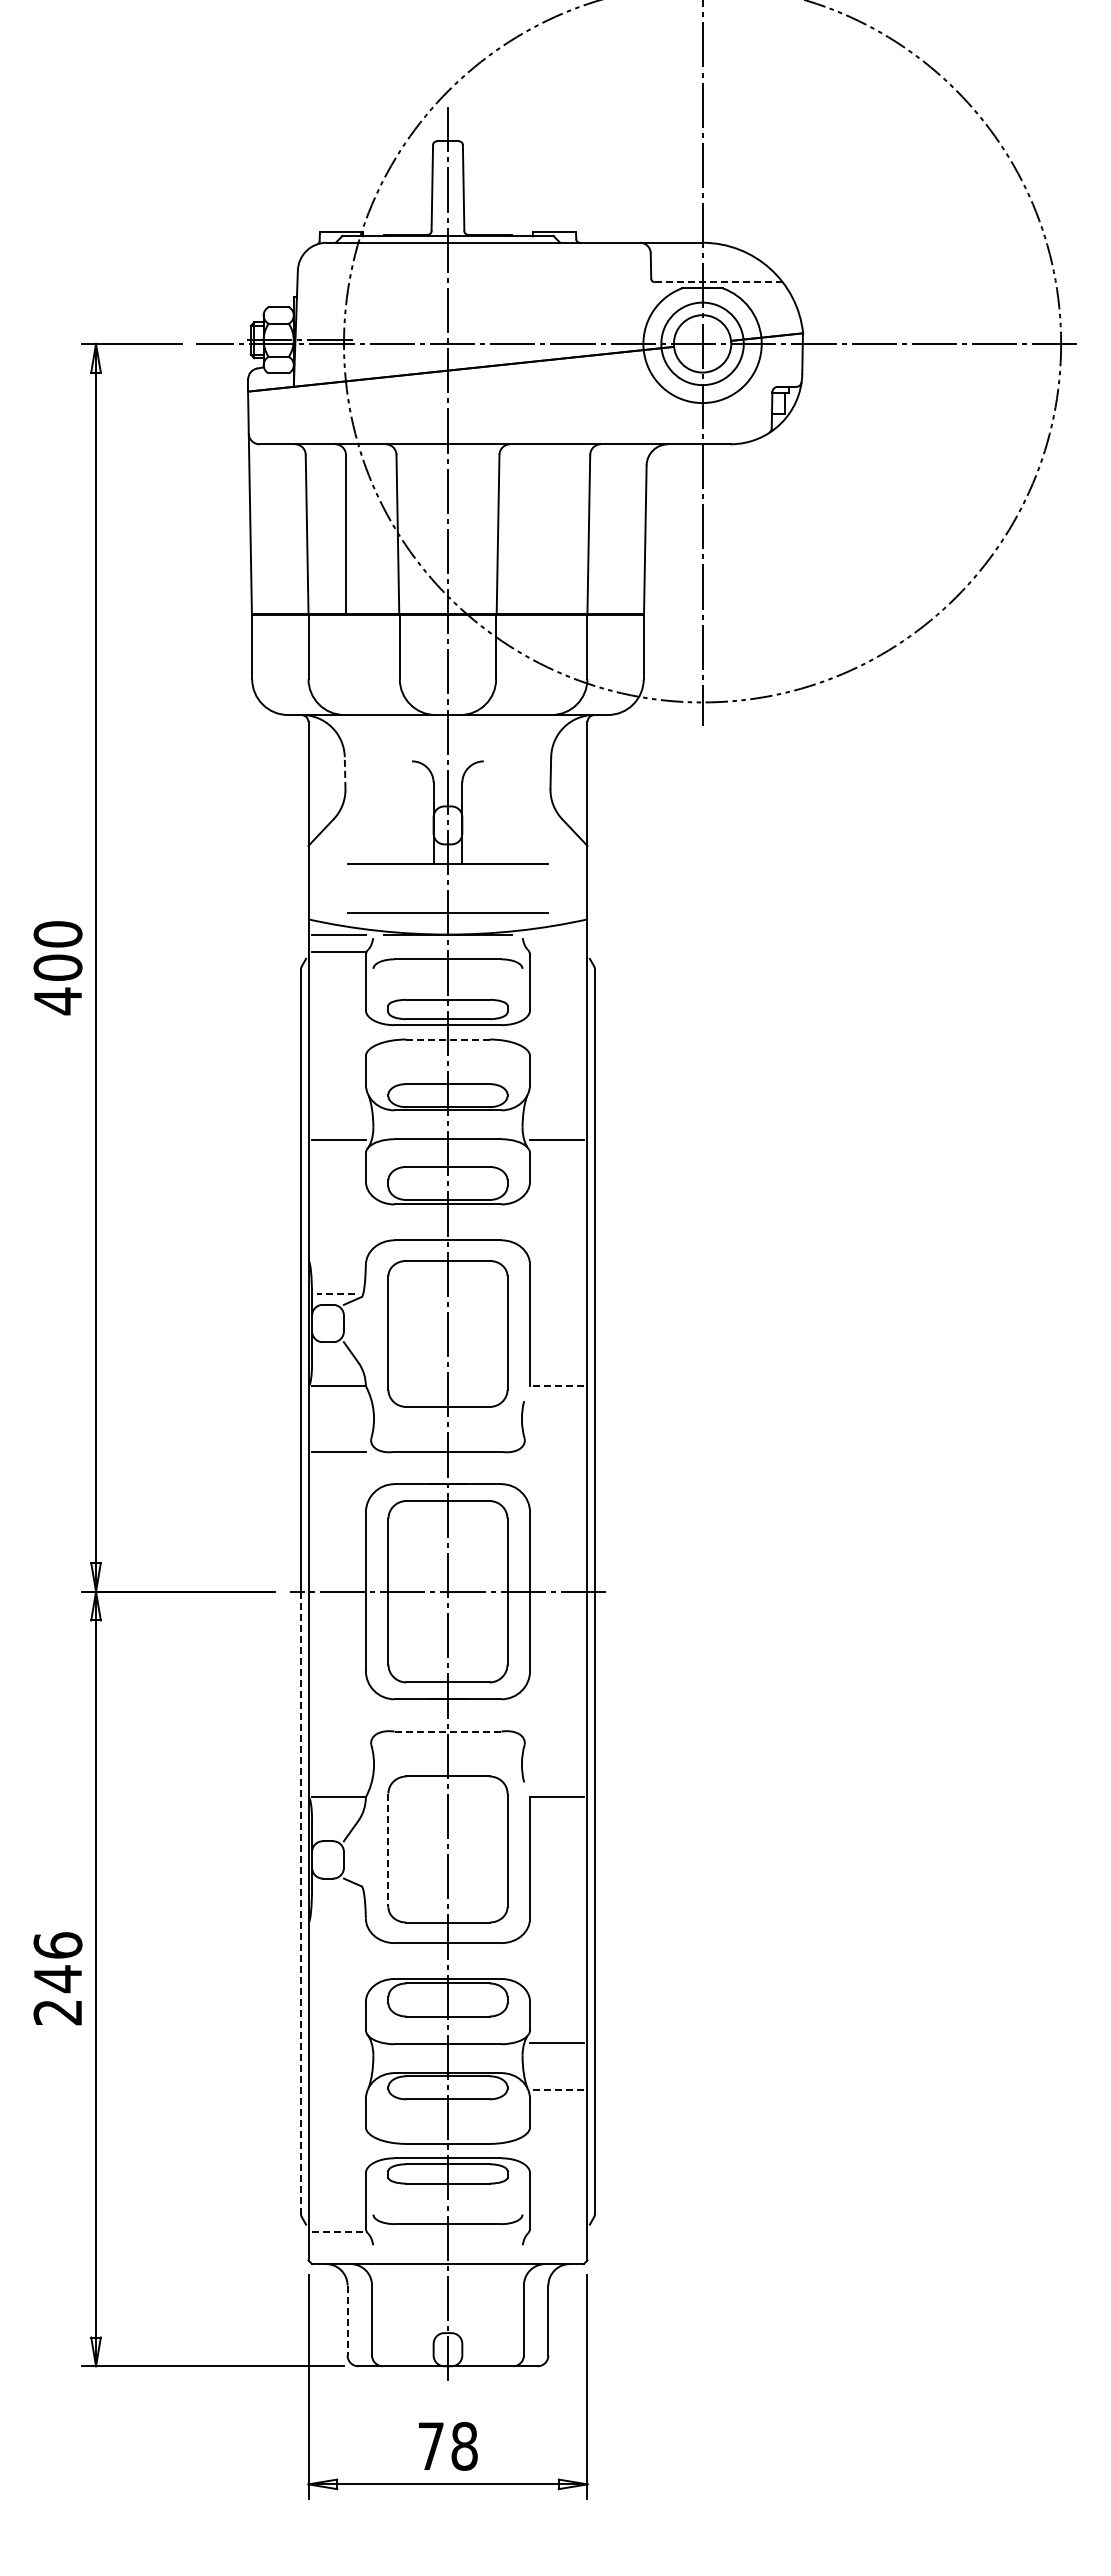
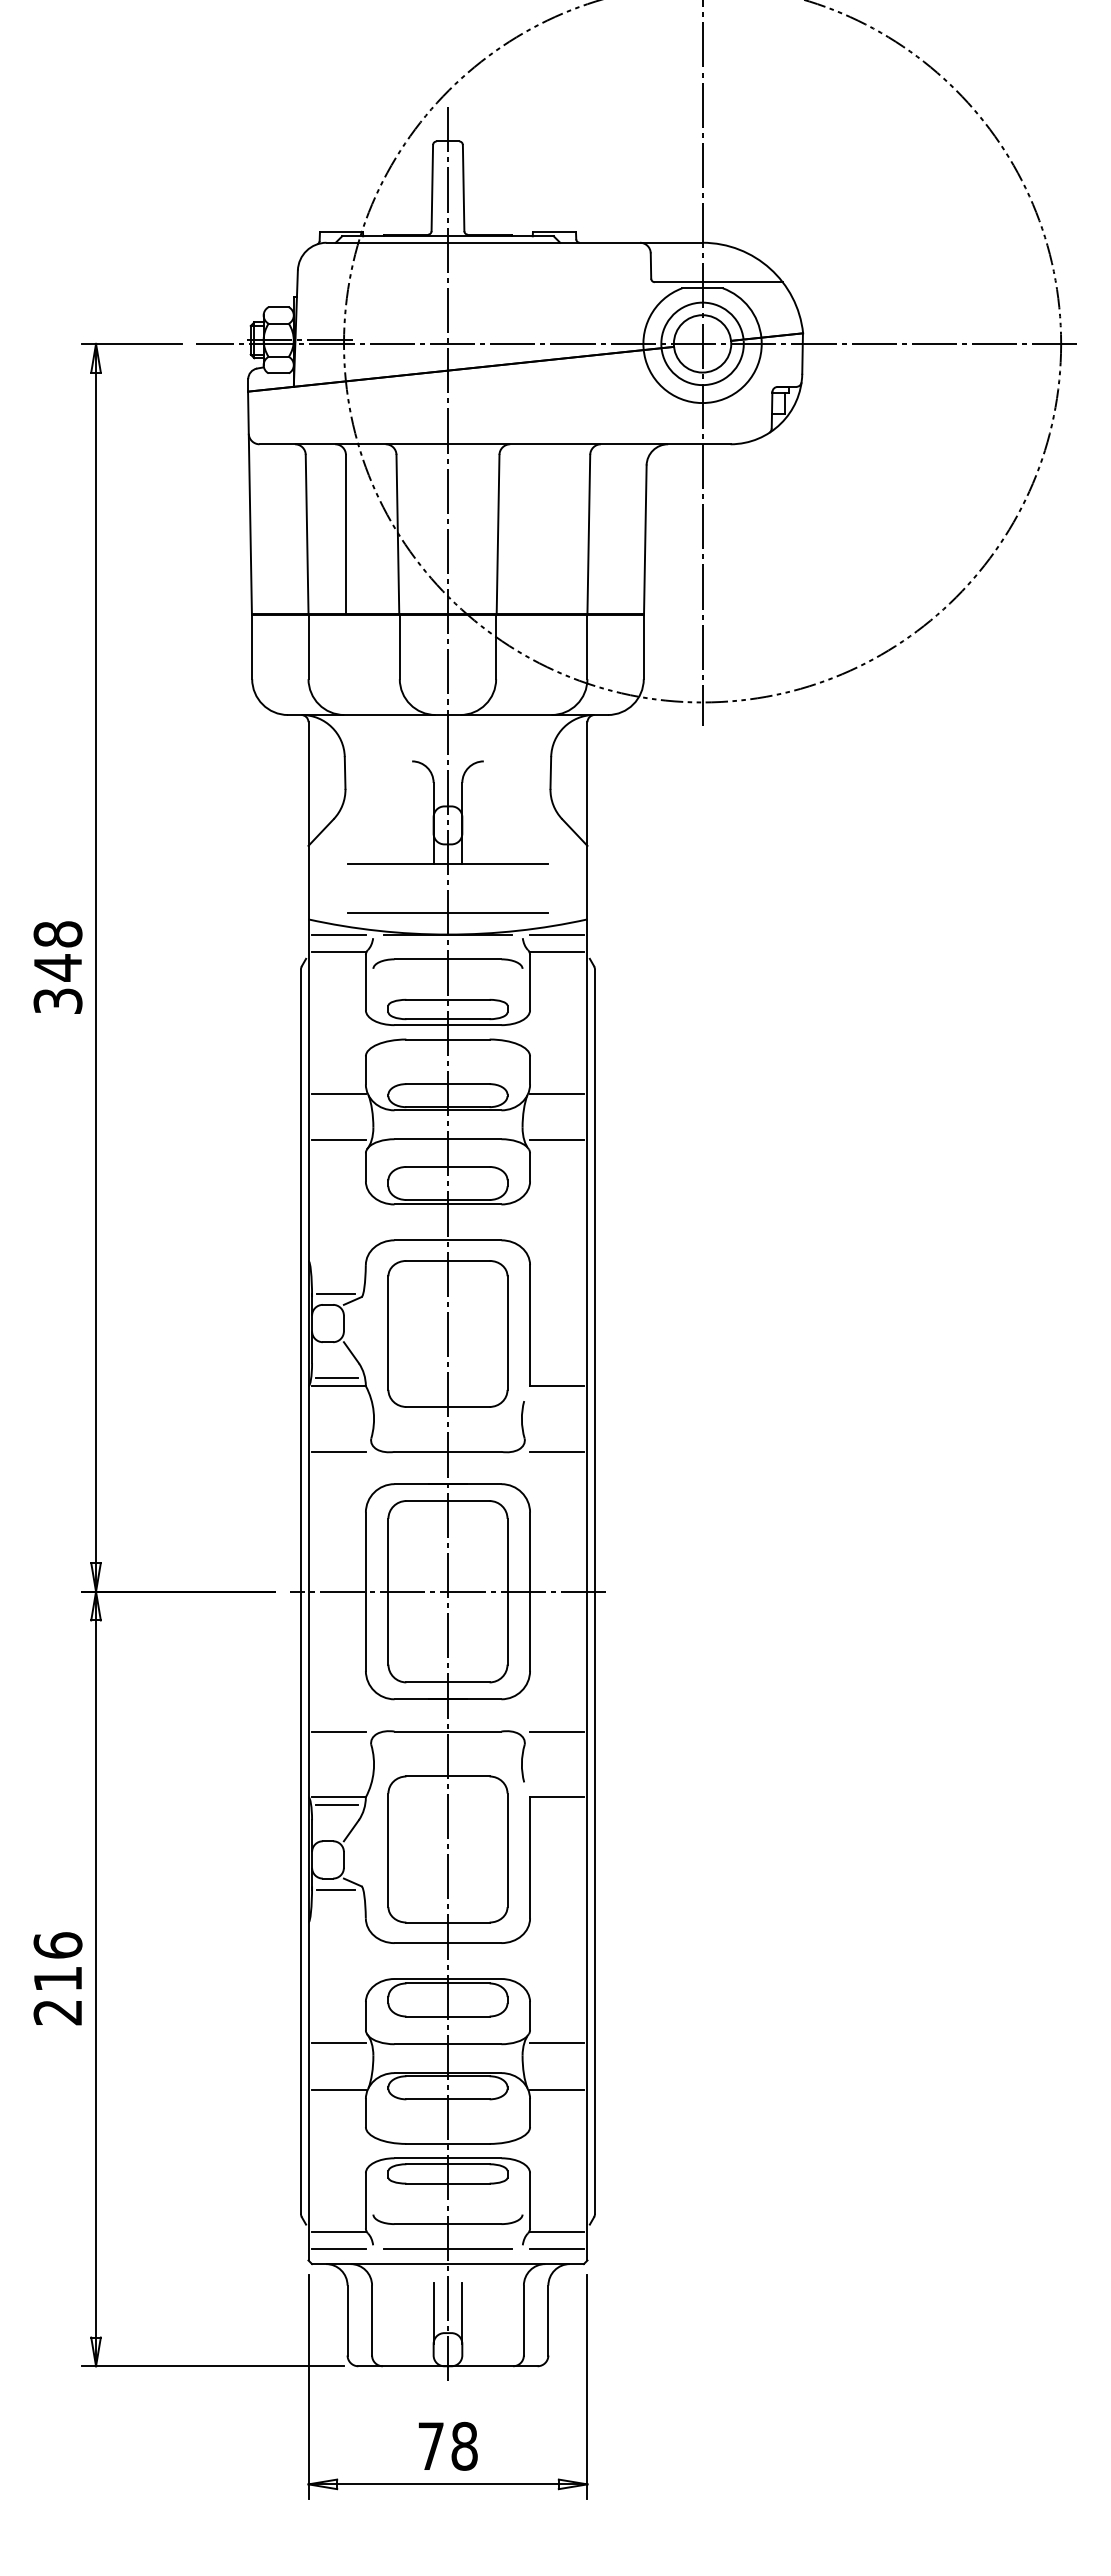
line at (718, 282): dashed -> solid
line at (345, 773): dashed -> solid
line at (556, 934): none -> present
line at (556, 951): none -> present
text at (57, 968): 400 -> 348
line at (447, 1039): dashed -> solid
line at (338, 1093): none -> present
line at (556, 1093): none -> present
line at (335, 1293): dashed -> solid
line at (336, 1378): none -> present
line at (556, 1386): dashed -> solid
line at (556, 1451): none -> present
line at (338, 1731): none -> present
line at (447, 1731): dashed -> solid
line at (556, 1731): none -> present
line at (336, 1805): none -> present
line at (388, 1850): dashed -> solid
line at (335, 1889): none -> present
line at (300, 1903): dashed -> solid
text at (57, 1979): 246 -> 216
line at (338, 2043): none -> present
line at (338, 2089): none -> present
line at (556, 2089): dashed -> solid
line at (338, 2231): dashed -> solid
line at (556, 2231): none -> present
line at (338, 2248): none -> present
line at (447, 2248): none -> present
line at (556, 2248): none -> present
line at (433, 2312): none -> present
line at (462, 2312): none -> present
line at (347, 2320): dashed -> solid
